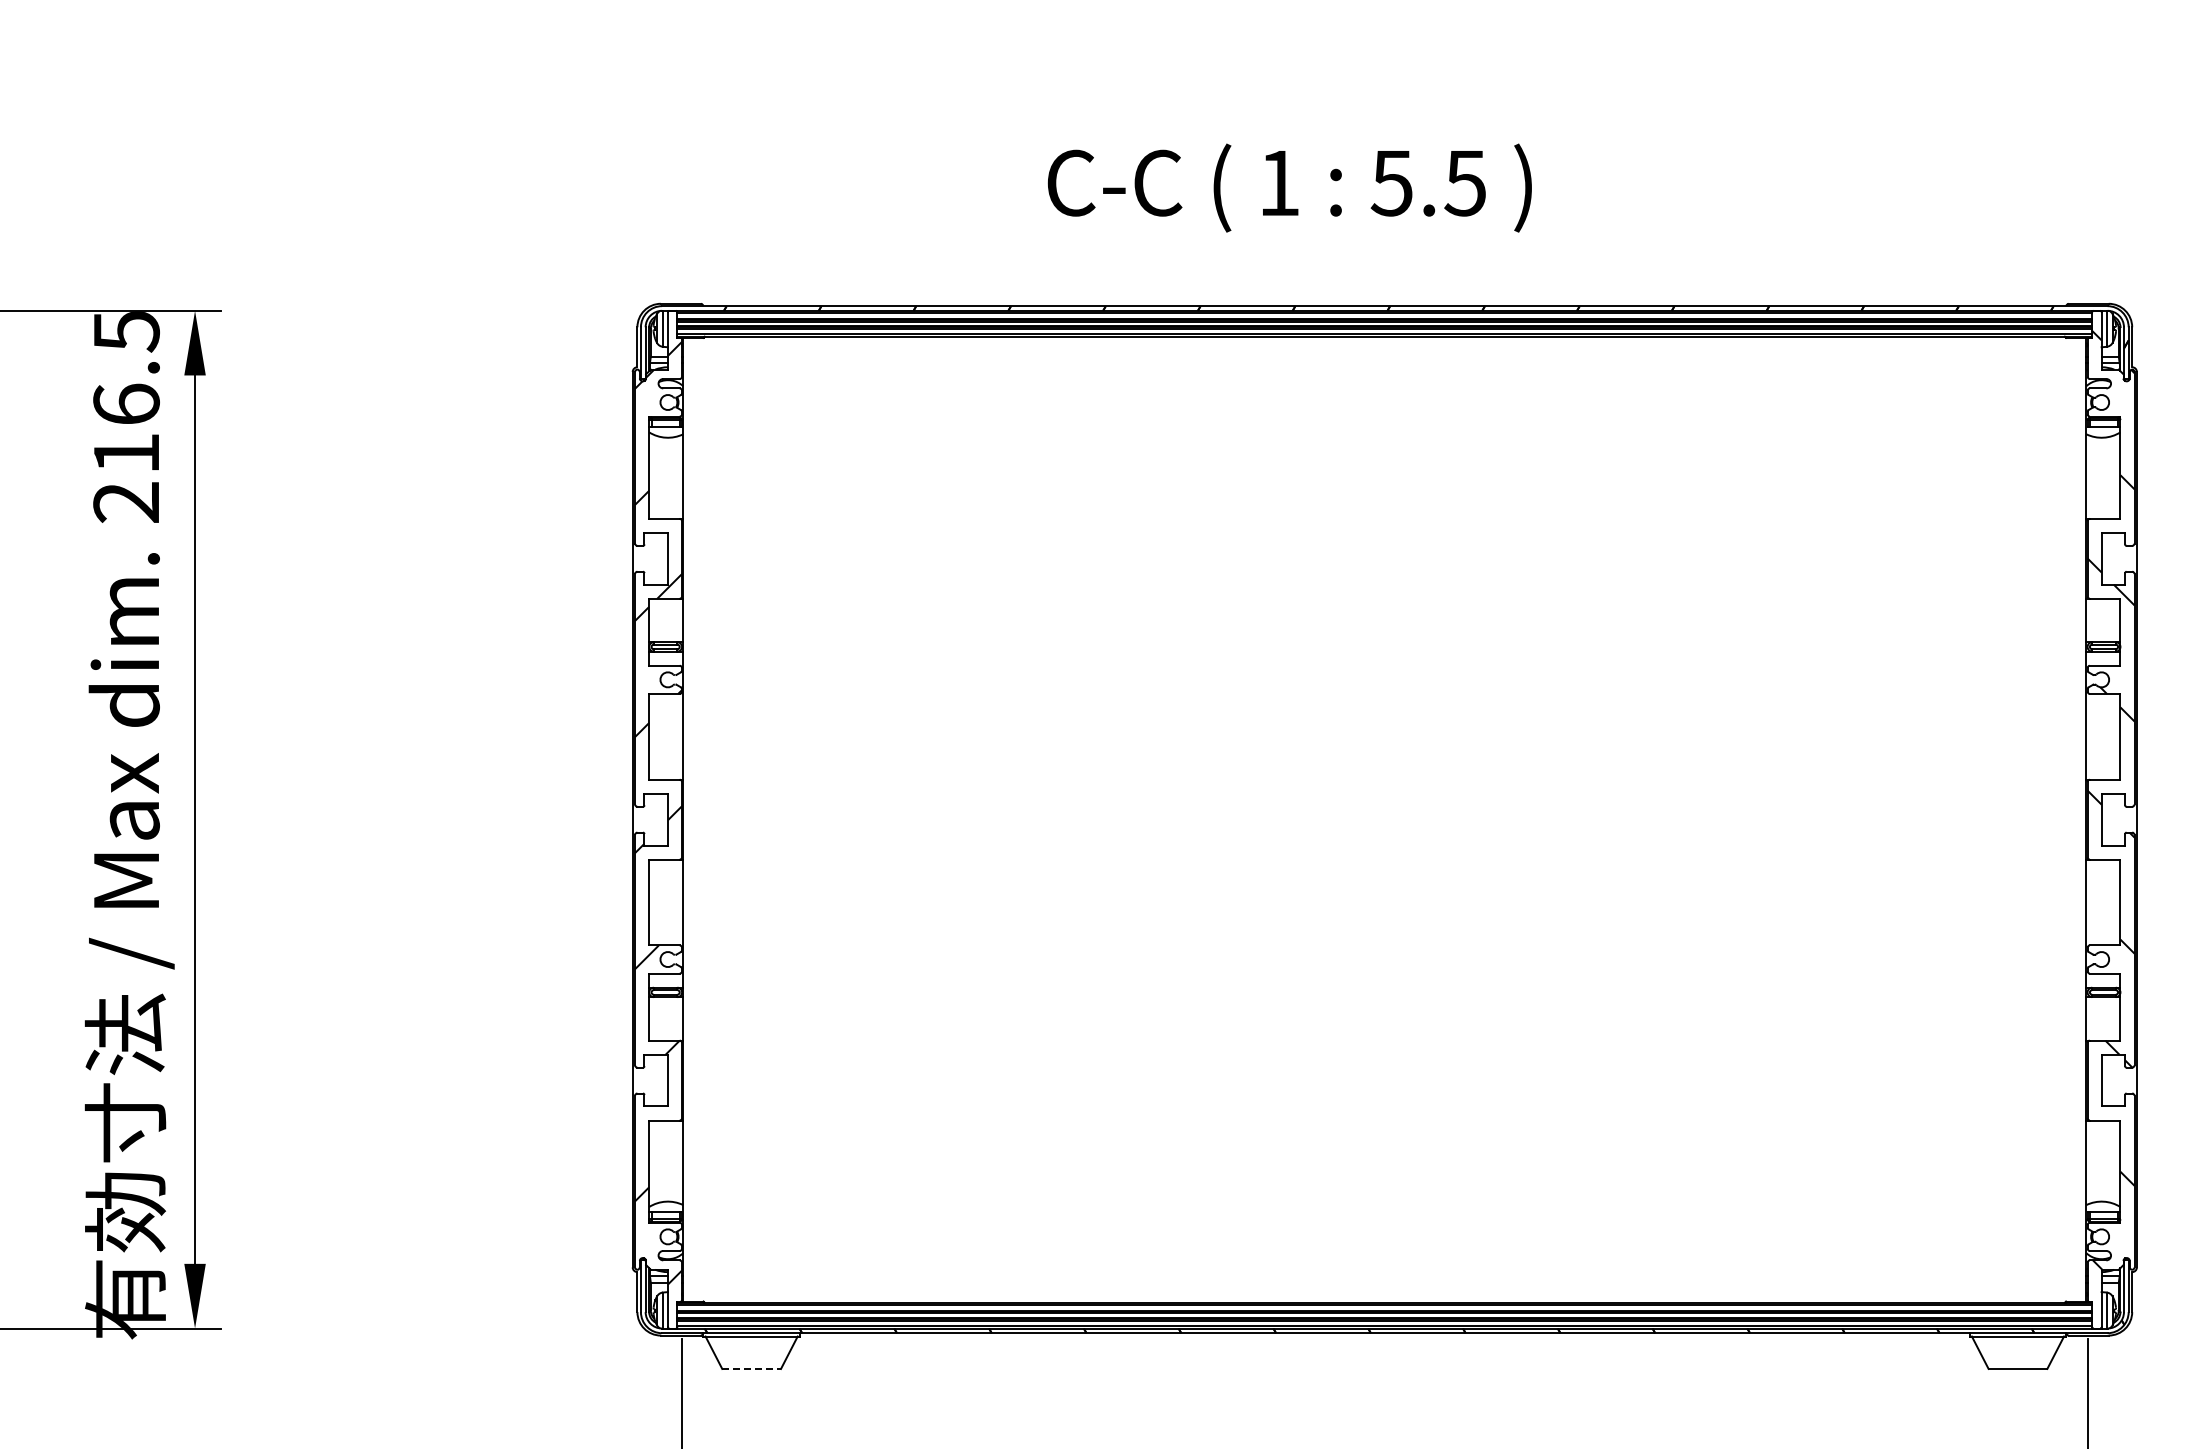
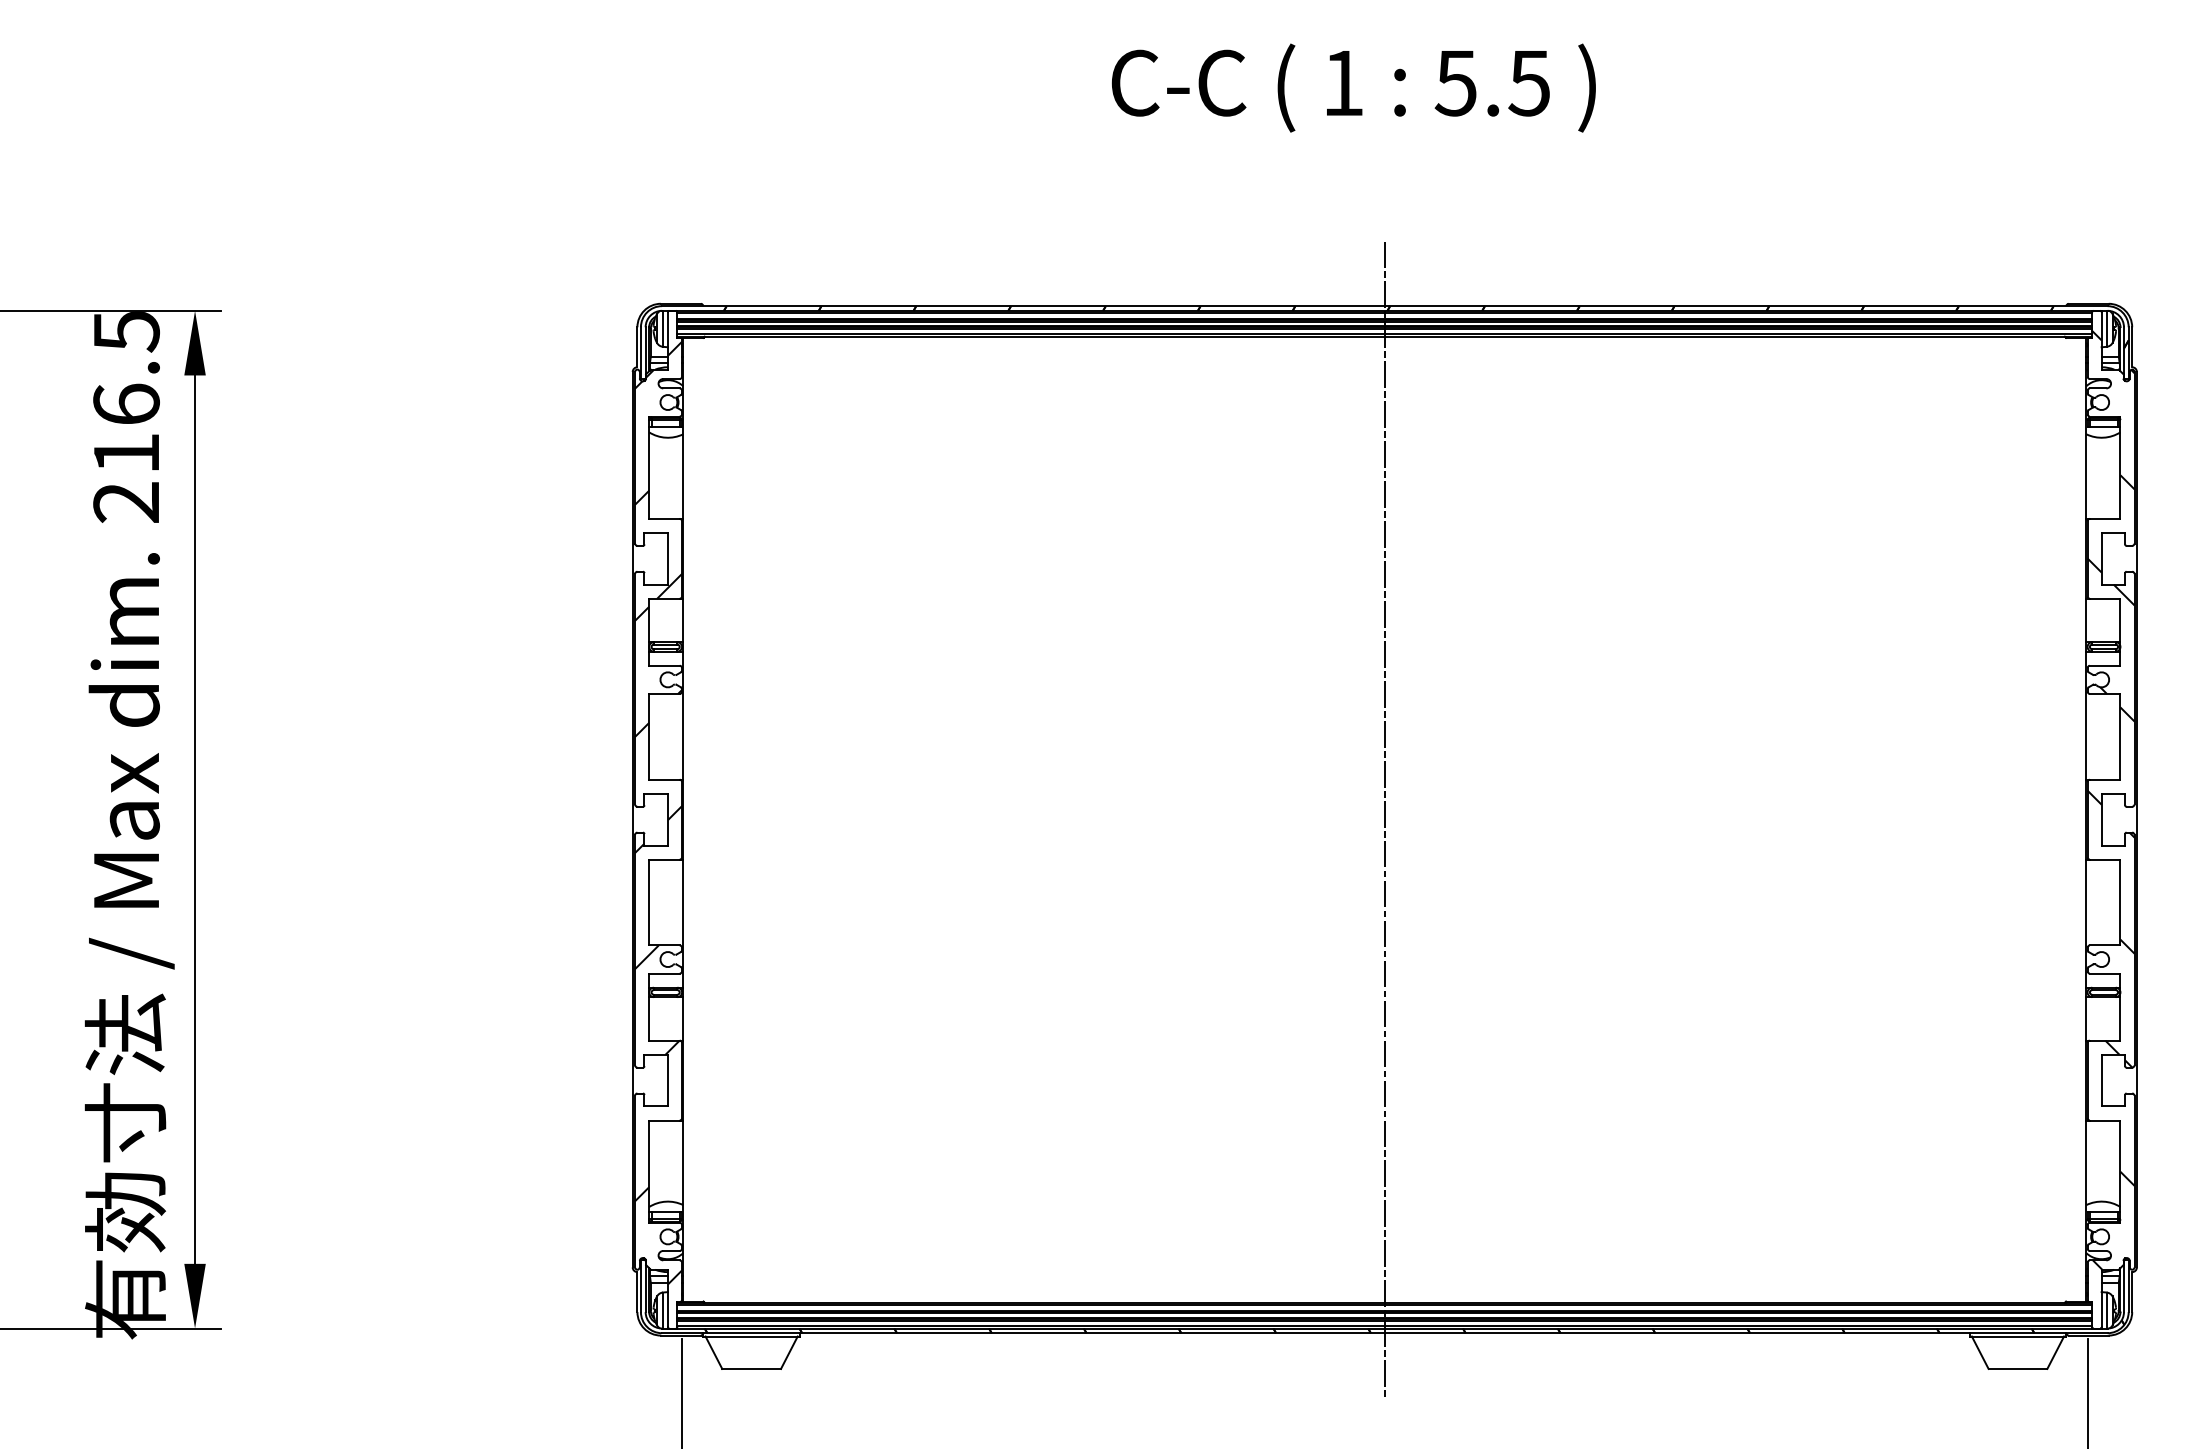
text at (1289, 187) position: (1289, 187) -> (1353, 87)
line at (1384, 819): none -> present
line at (752, 1368): dashed -> solid
